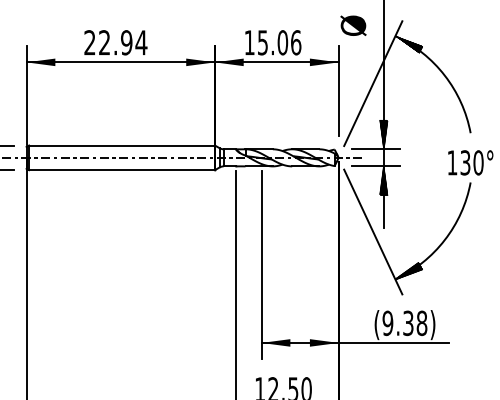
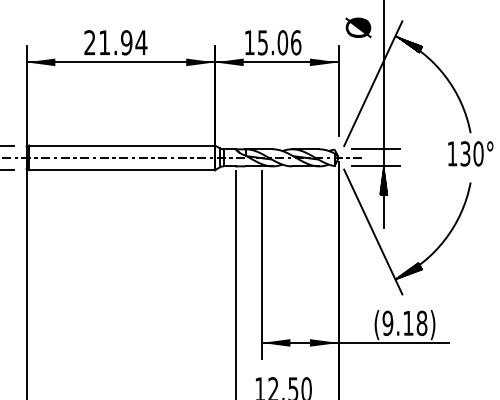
text at (353, 25) position: (353, 25) -> (358, 27)
text at (104, 42): 22.94 -> 21.94
hatch at (383, 134): present -> none
text at (470, 162) position: (470, 162) -> (470, 153)
text at (408, 323): (9.38) -> (9.18)
